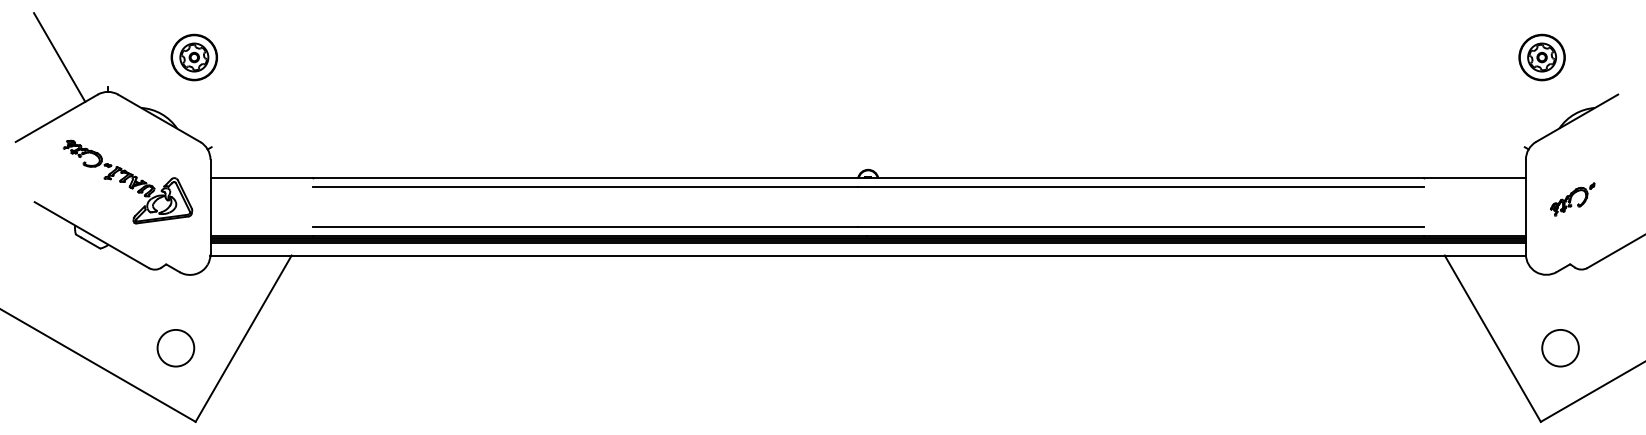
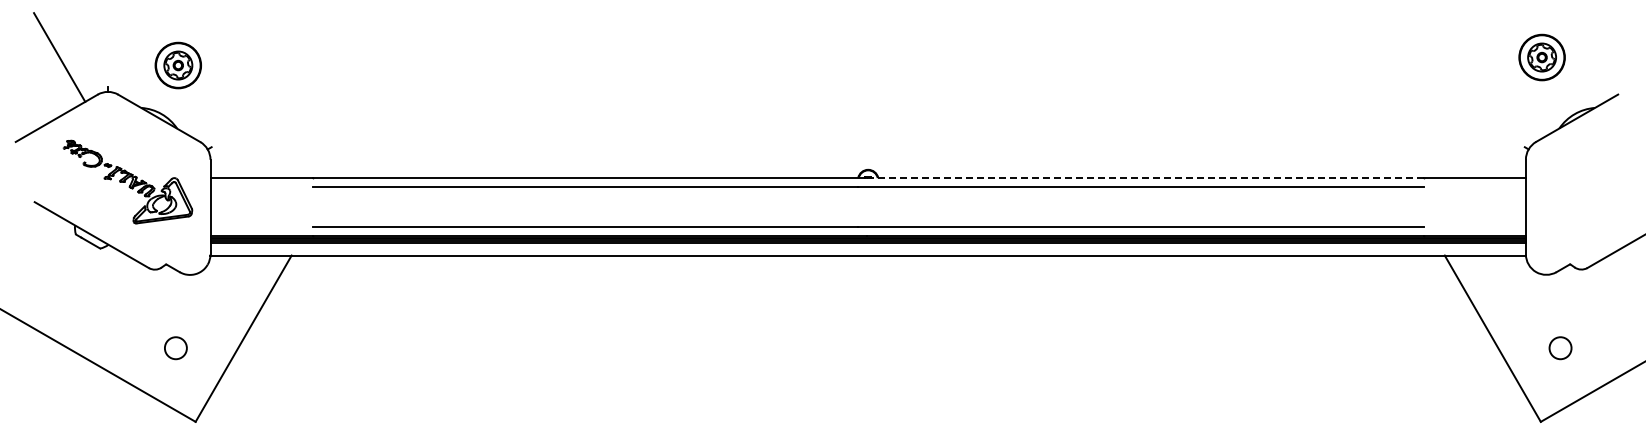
part at (193, 57) position: (193, 57) -> (177, 65)
line at (1144, 177): solid -> dashed
part at (1572, 199): present -> none
circle at (175, 347) diameter: 37 px -> 22 px
circle at (1560, 347) diameter: 37 px -> 22 px
